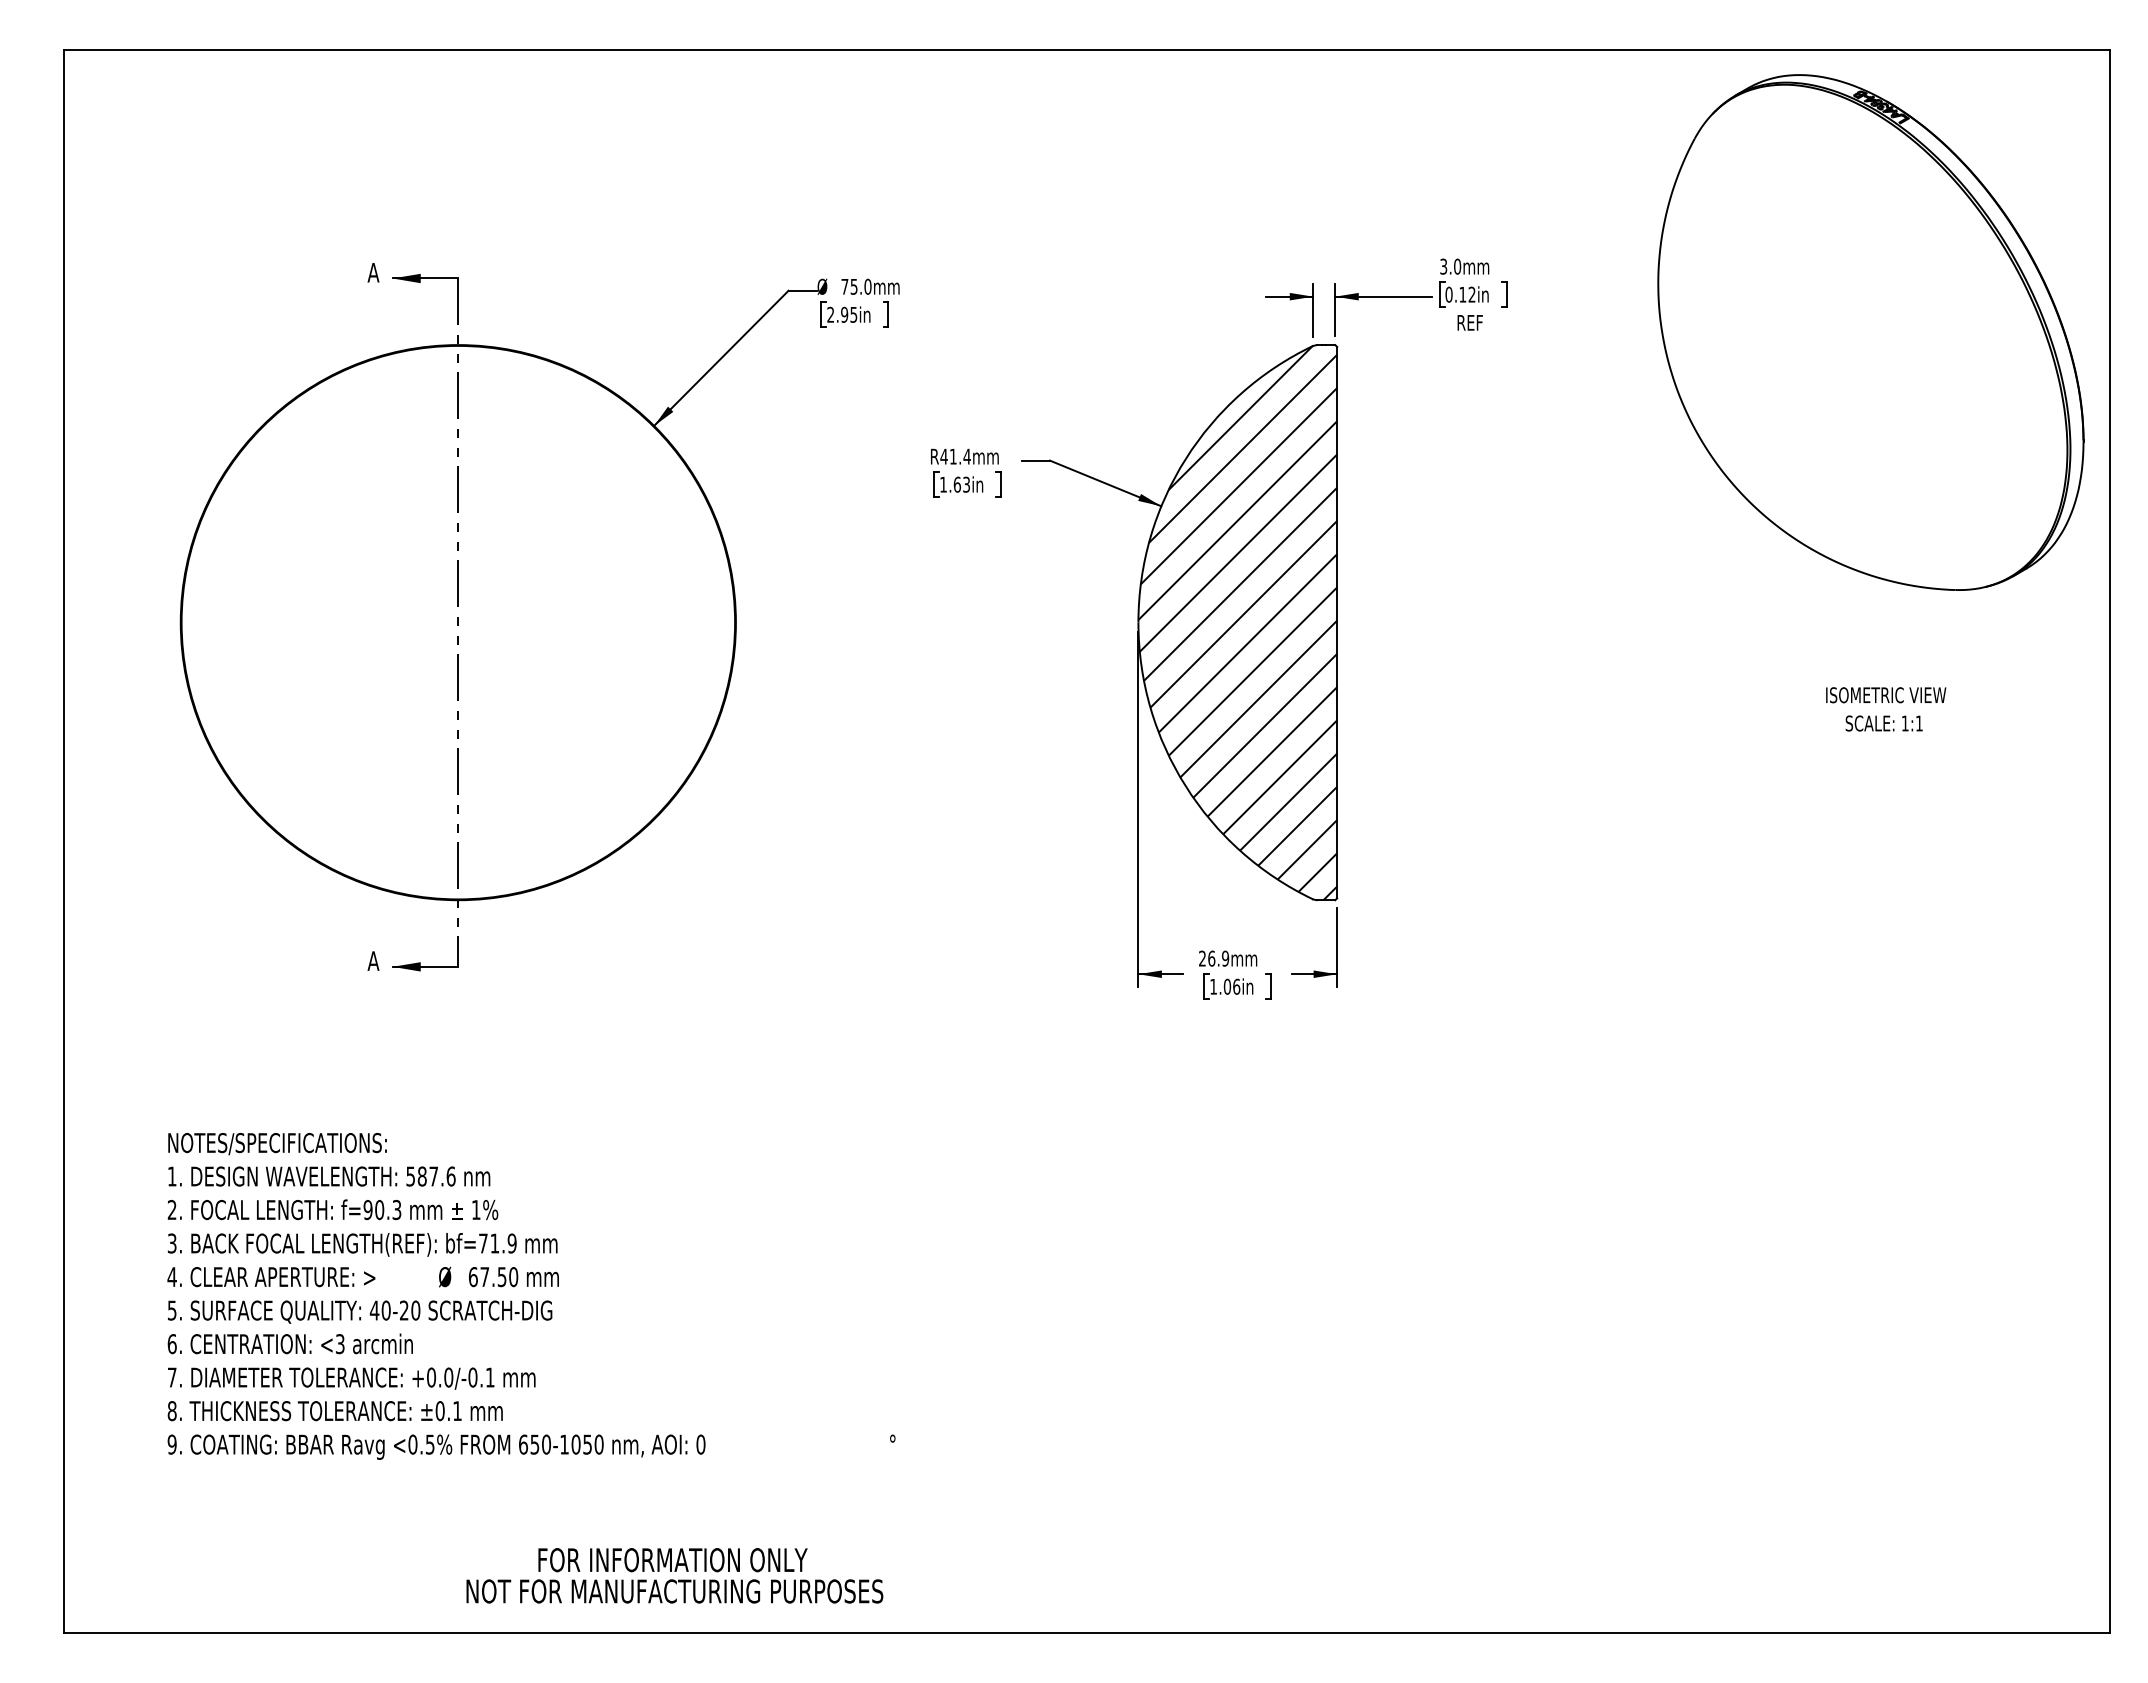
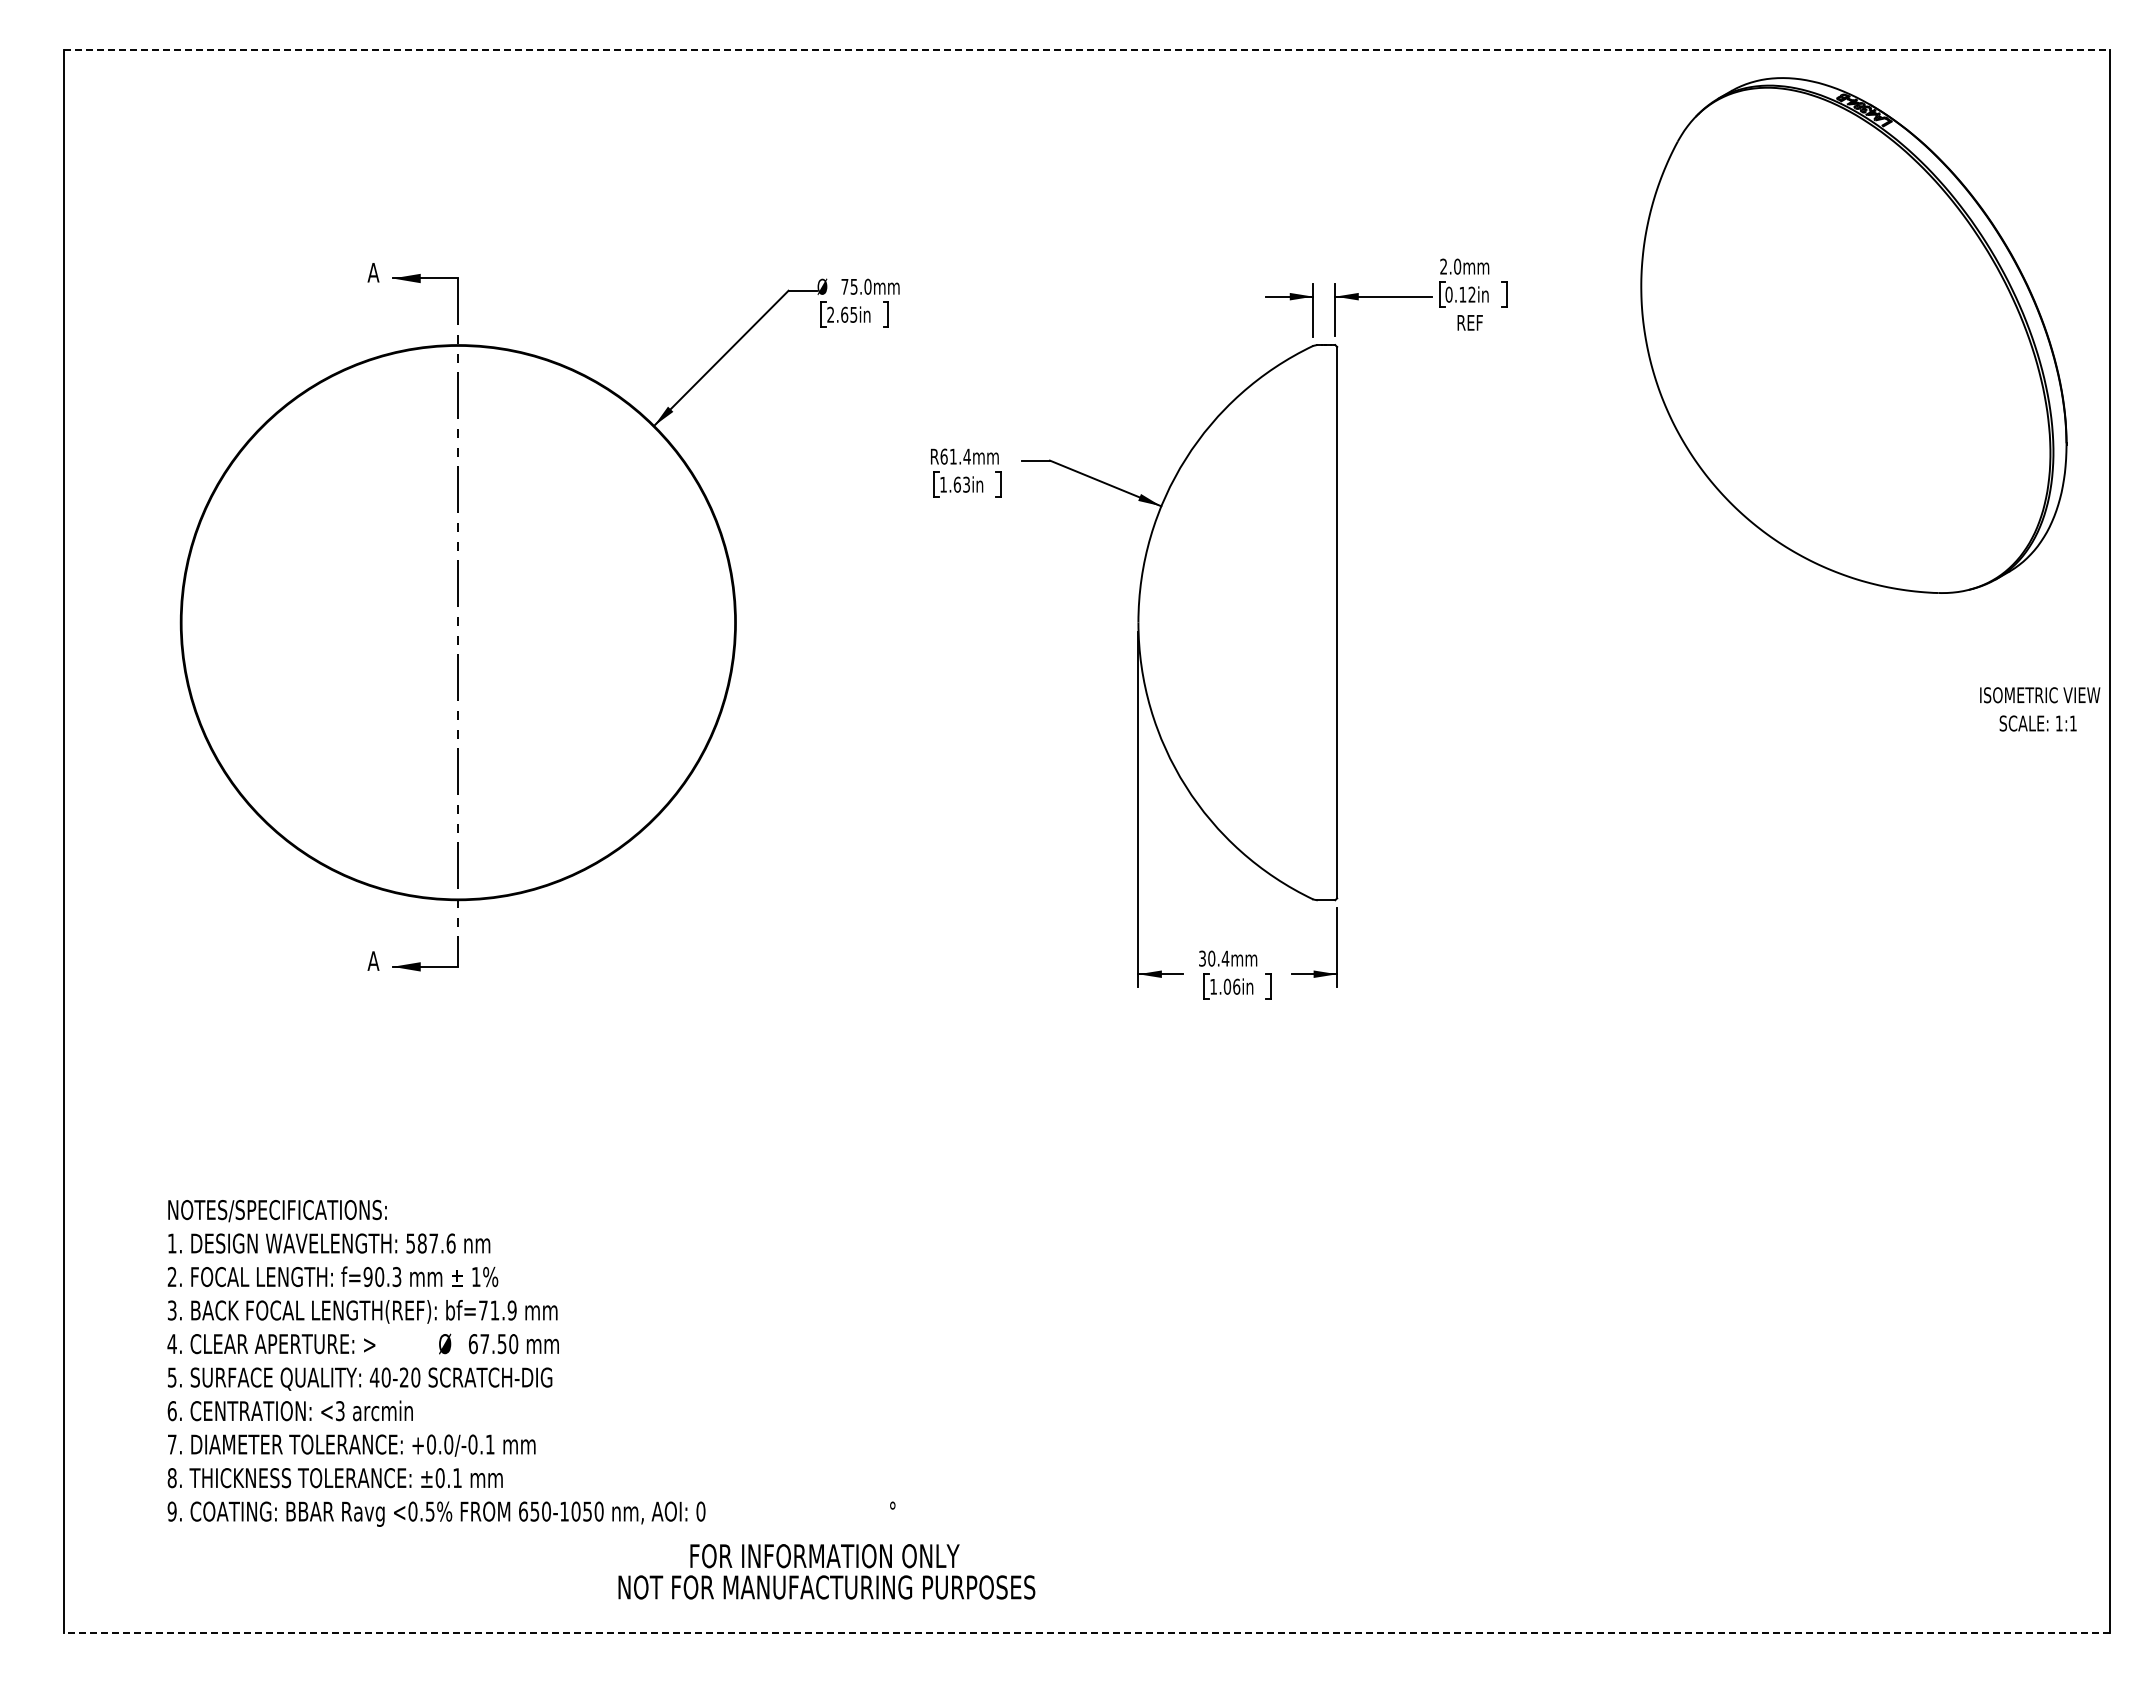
line at (1087, 50): solid -> dashed
text at (1443, 266): 3.0mm -> 2.0mm
text at (844, 314): 2.95in -> 2.65in
part at (1870, 332) position: (1870, 332) -> (1853, 335)
text at (943, 456): R41.4mm -> R61.4mm
hatch at (1237, 623): present -> none
text at (1886, 709) position: (1886, 709) -> (2040, 709)
text at (1214, 958): 26.9mm -> 30.4mm
text at (531, 1296) position: (531, 1296) -> (531, 1363)
text at (674, 1575) position: (674, 1575) -> (826, 1571)
line at (1087, 1632): solid -> dashed
